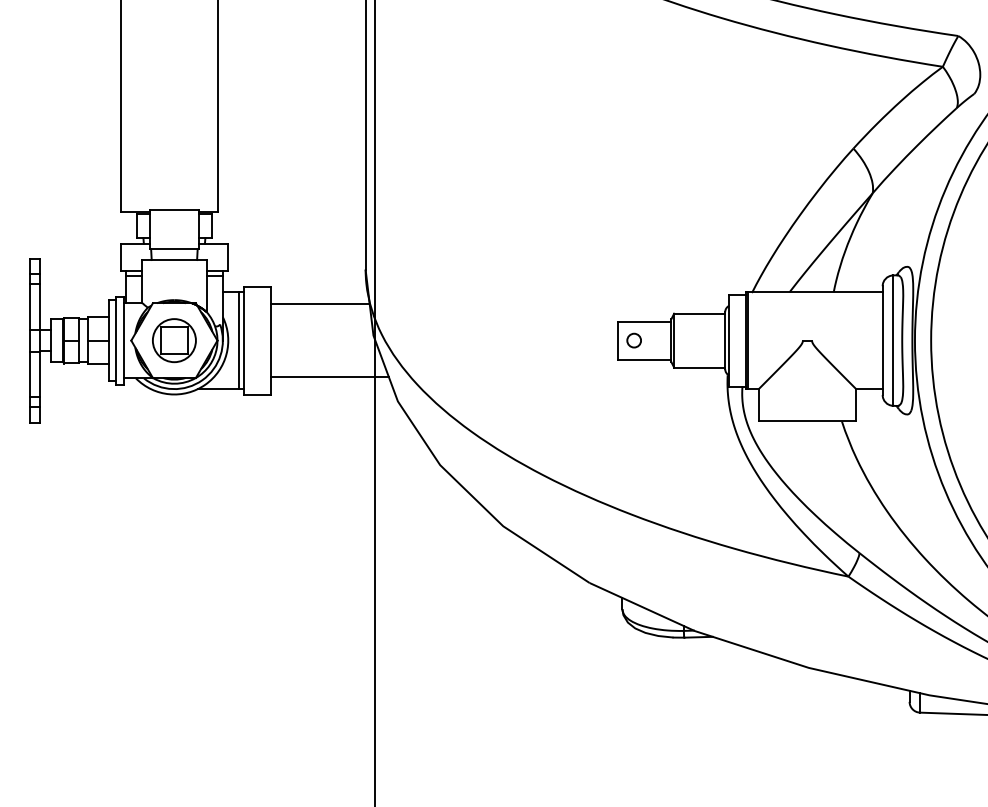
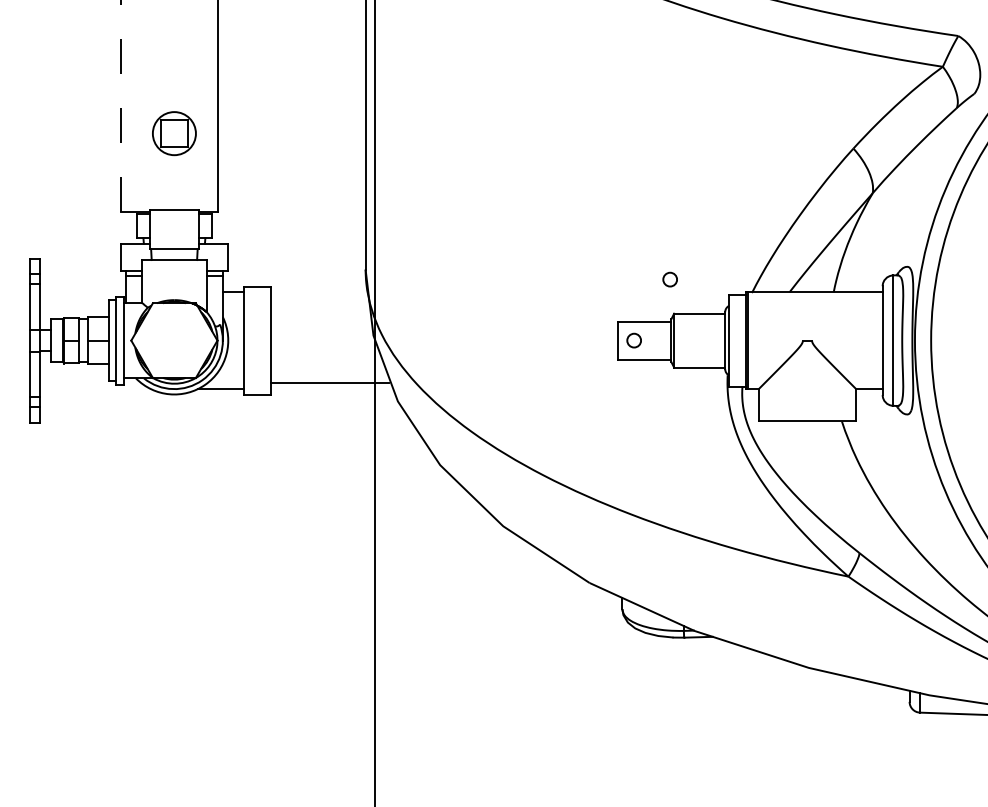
line at (120, 105): solid -> dashed
circle at (669, 279): none -> present
line at (320, 304): present -> none
part at (174, 340) position: (174, 340) -> (174, 133)
line at (239, 340): present -> none
line at (329, 376) position: (329, 376) -> (329, 382)
